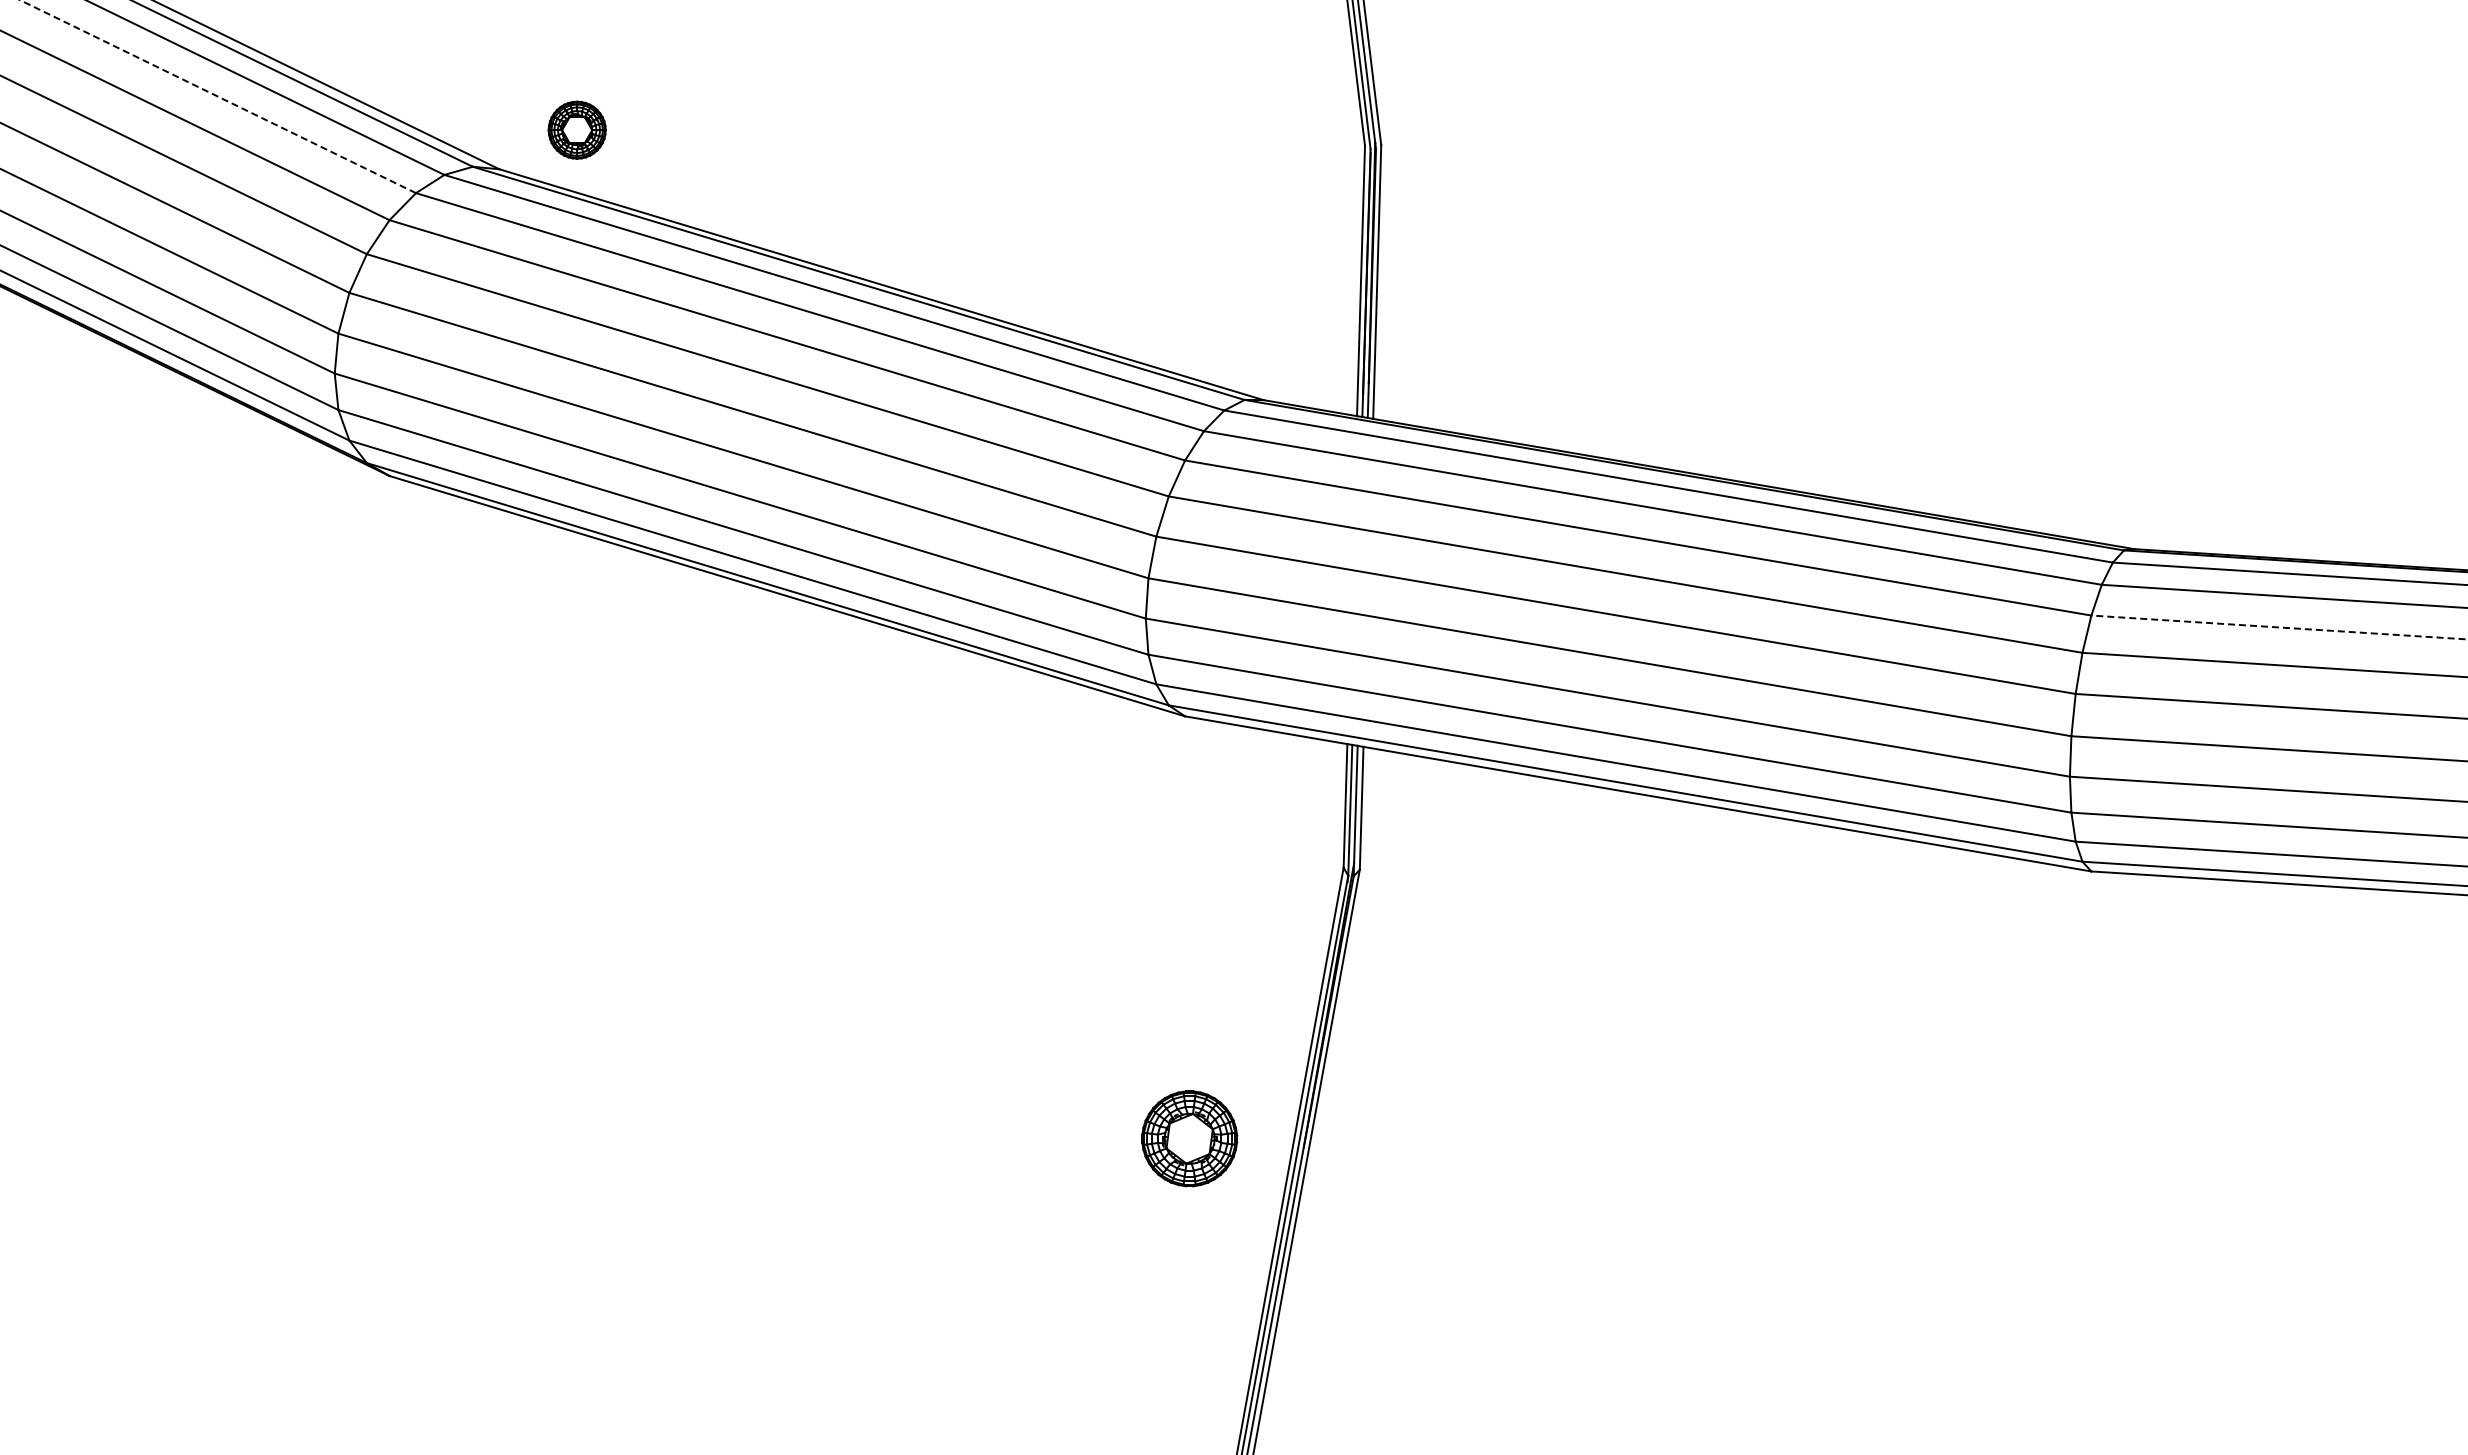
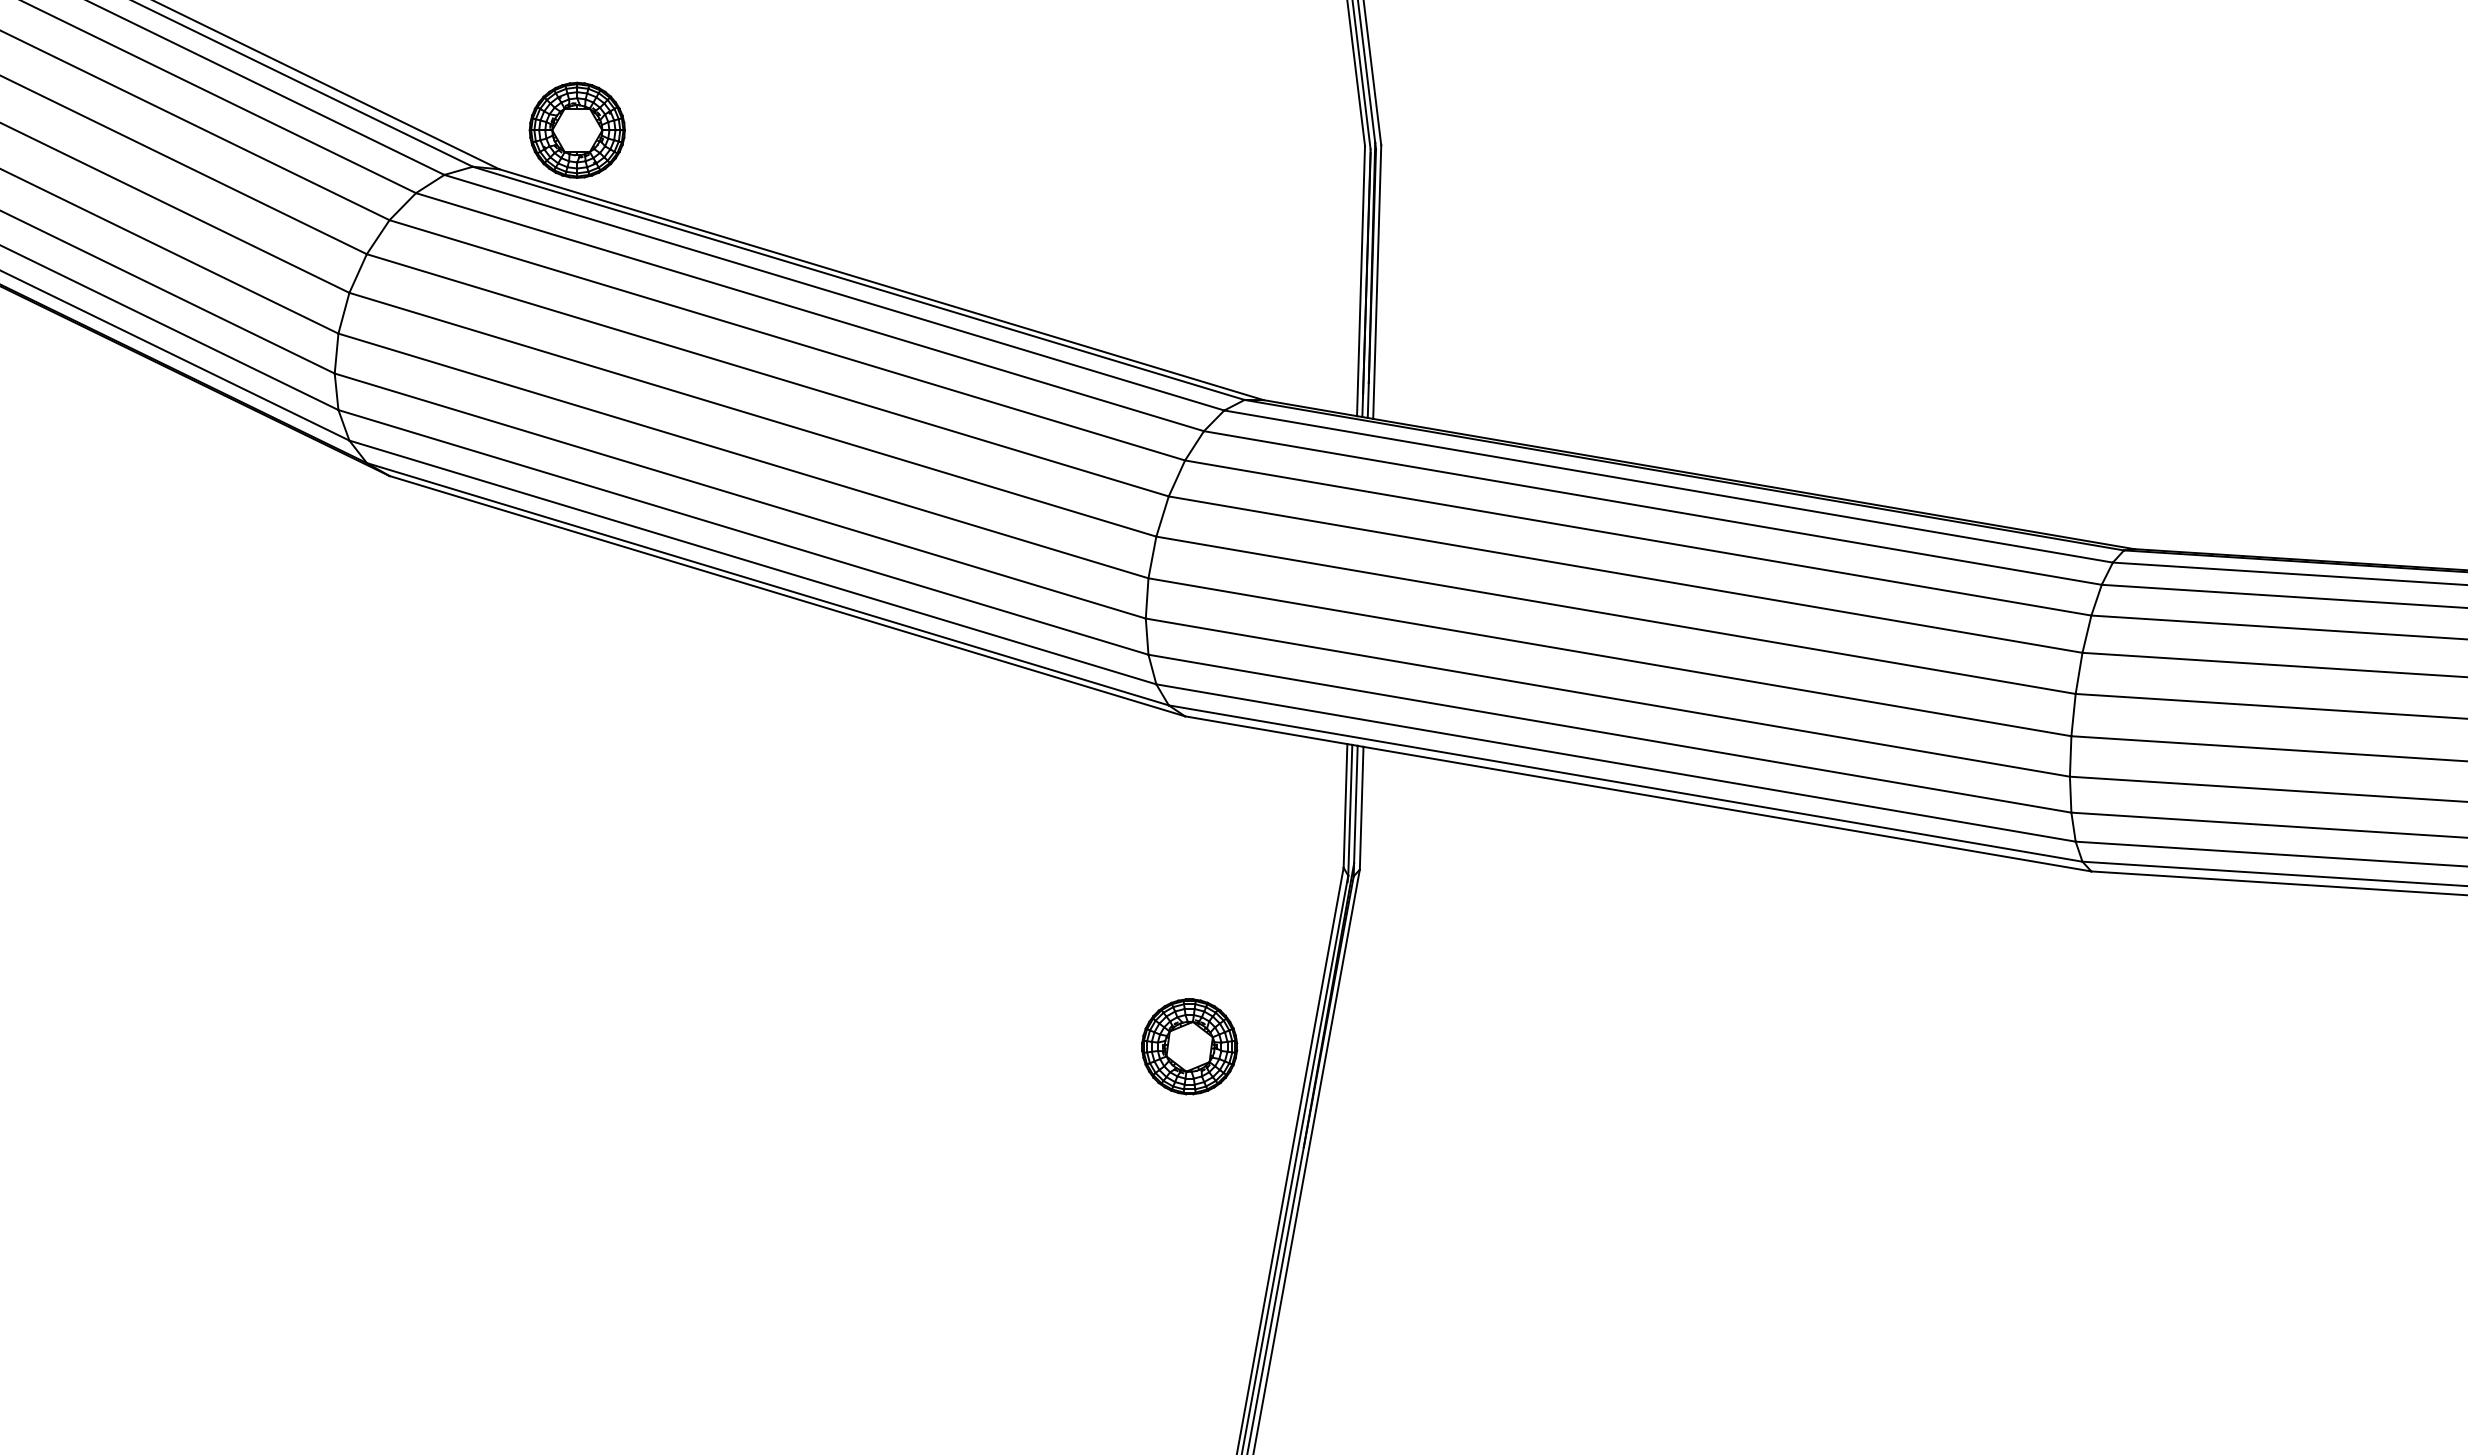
line at (218, 96): dashed -> solid
part at (576, 129) size: 60x60 px -> 98x98 px
line at (2279, 627): dashed -> solid
part at (1189, 1138) position: (1189, 1138) -> (1189, 1046)
